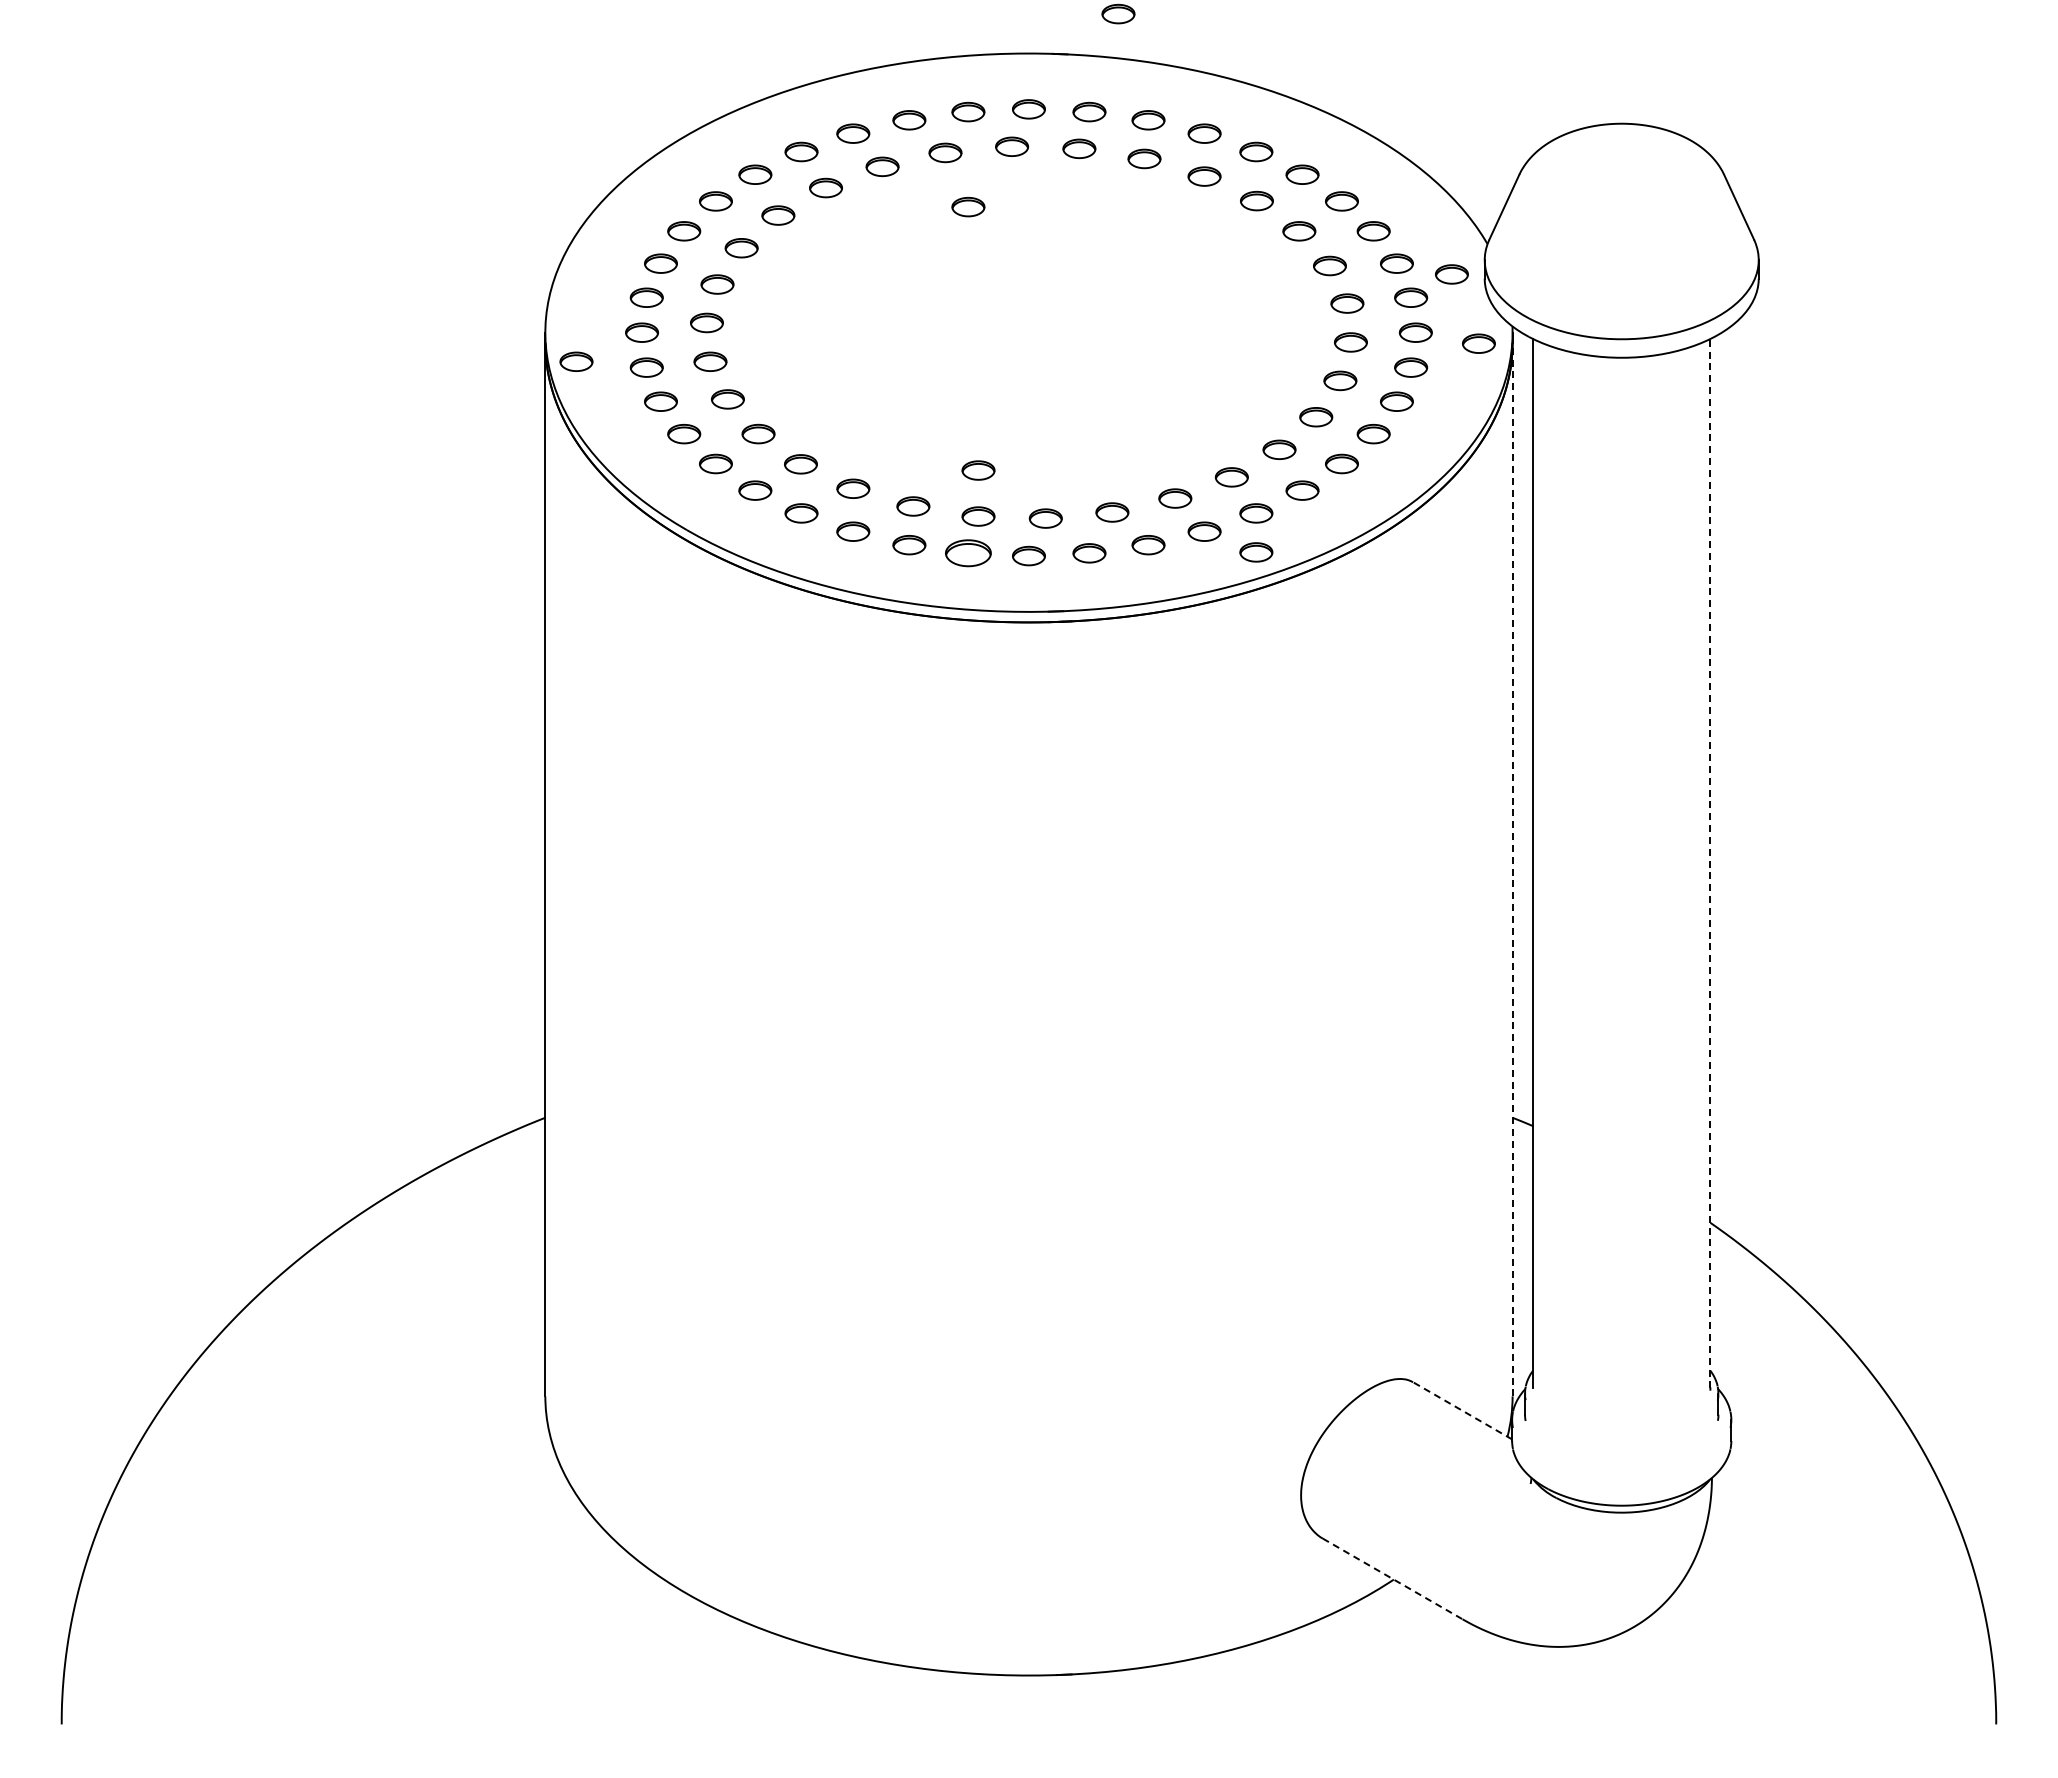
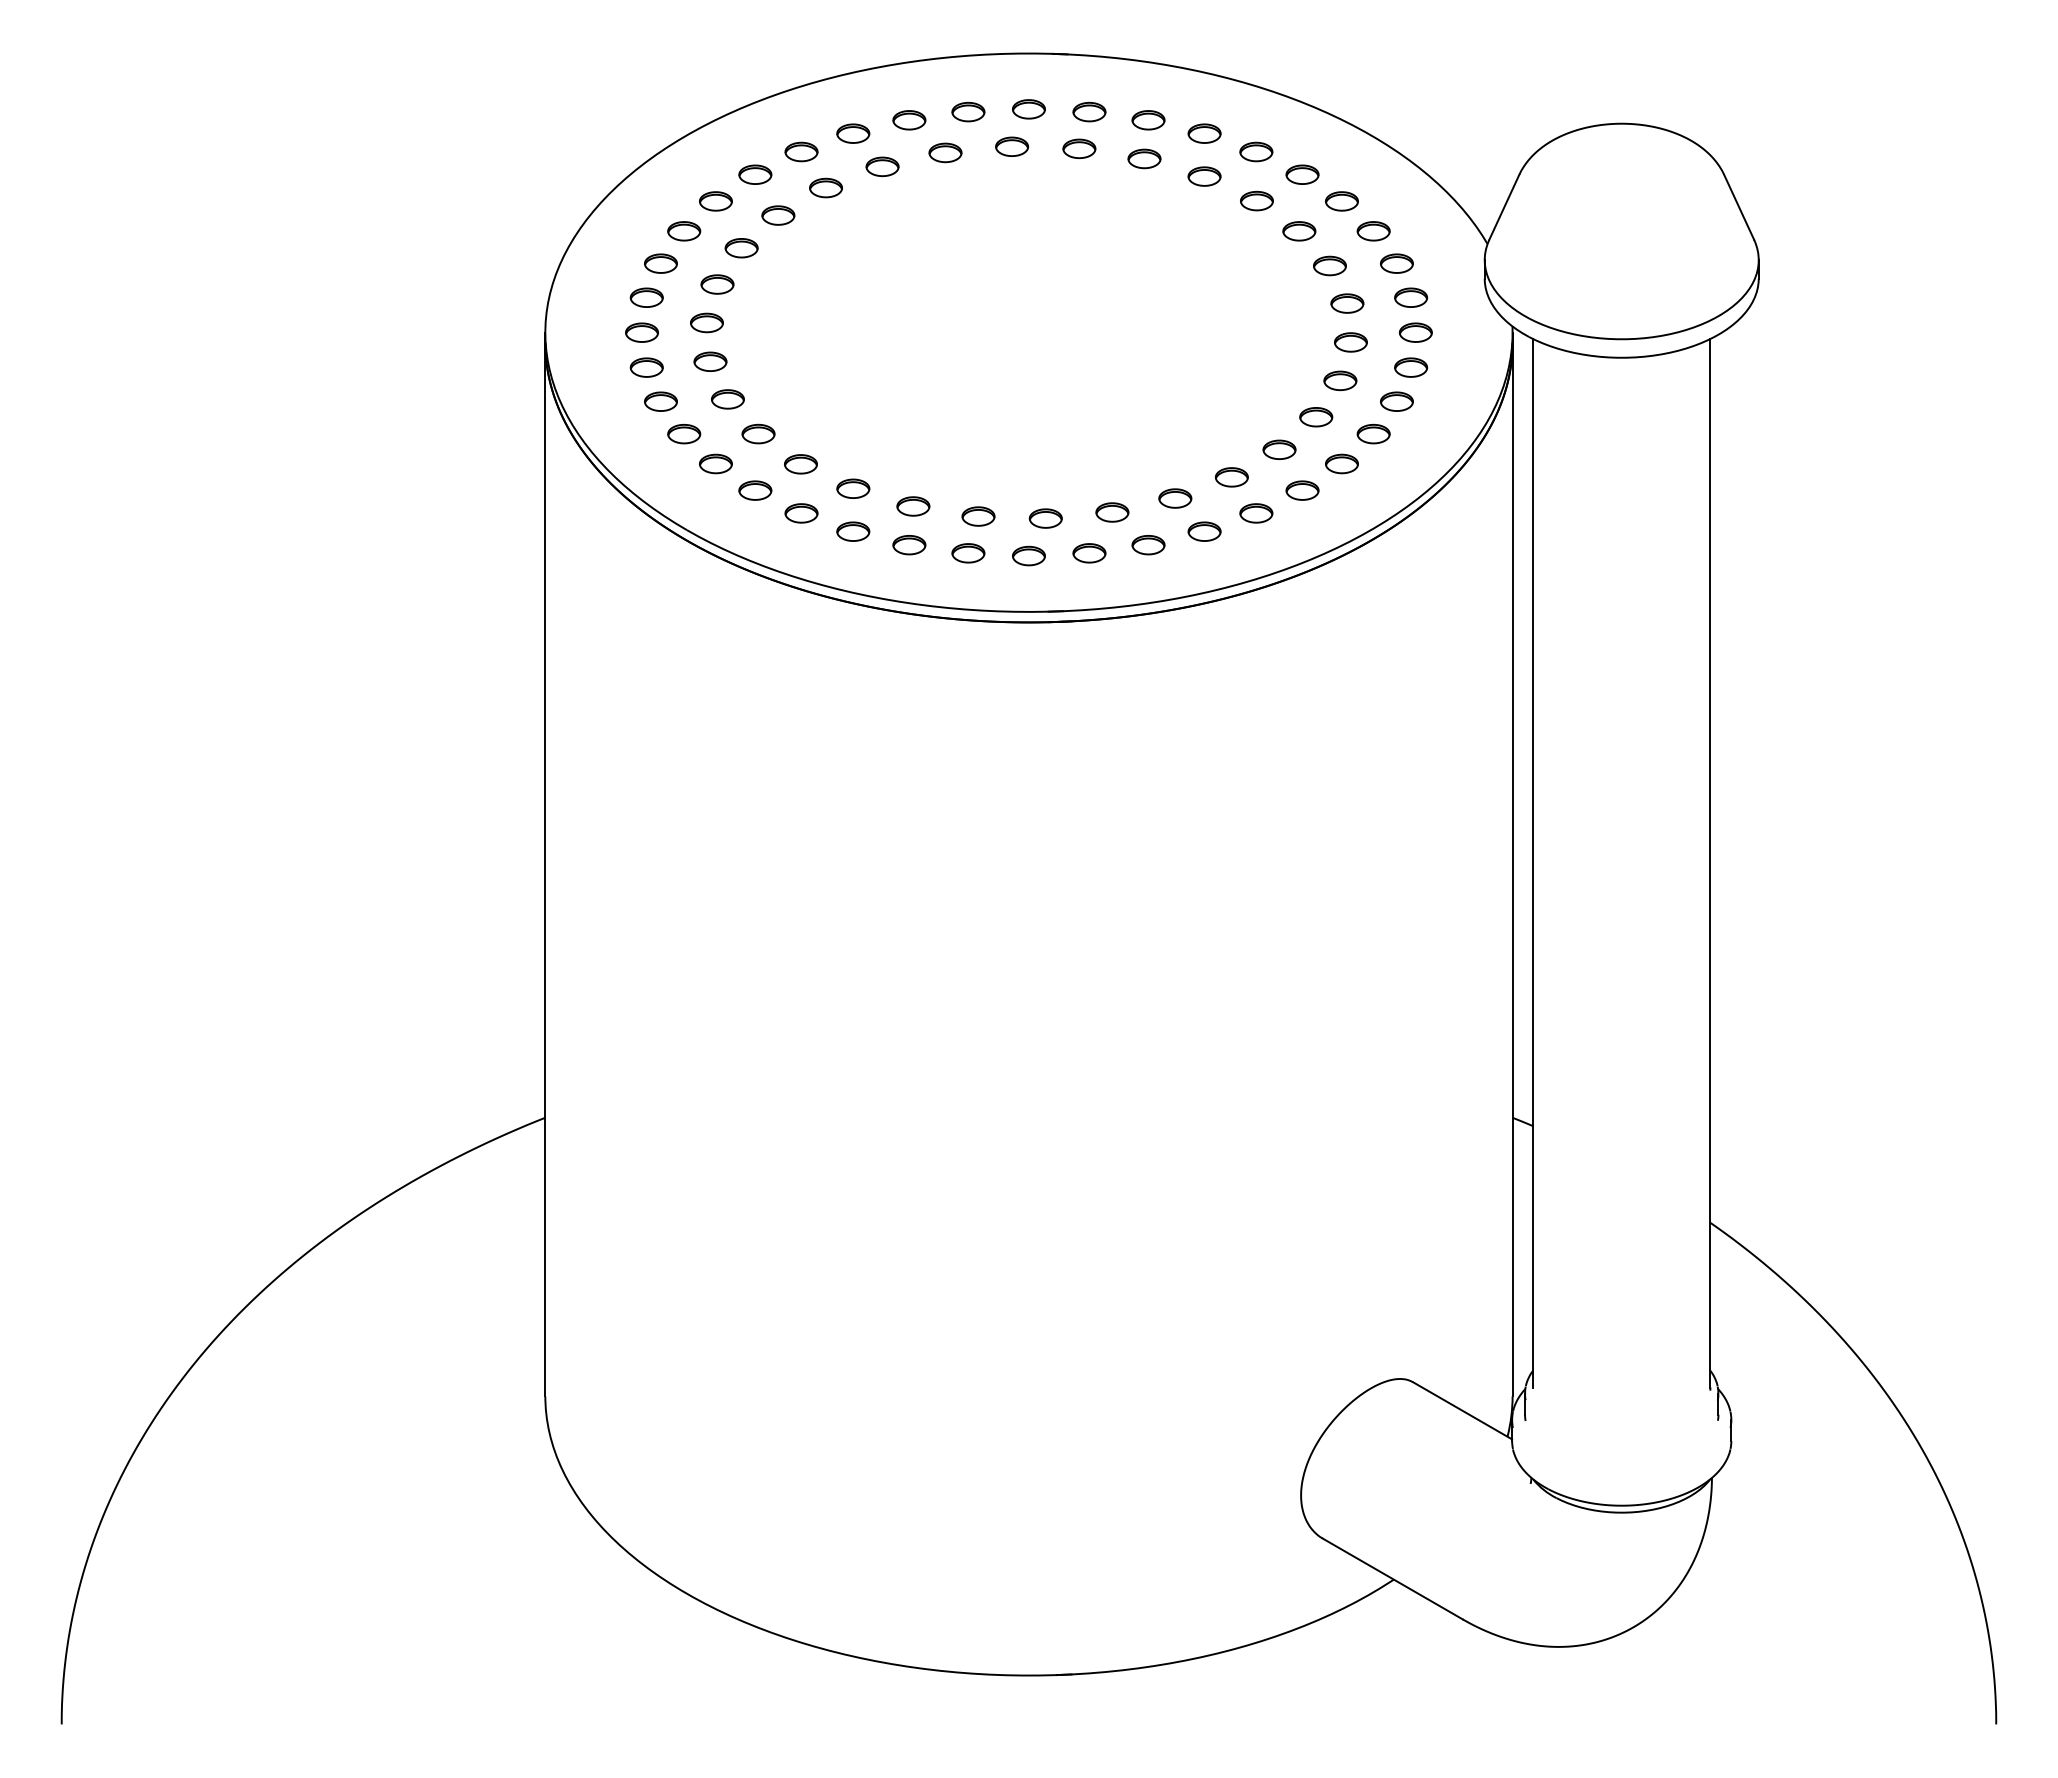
part at (1118, 13): present -> none
part at (968, 206): present -> none
part at (1451, 274): present -> none
part at (1478, 343): present -> none
part at (576, 361): present -> none
part at (978, 470): present -> none
part at (1256, 552): present -> none
part at (968, 553) size: 47x29 px -> 35x21 px
line at (1710, 863): dashed -> solid
line at (1512, 869): dashed -> solid
line at (1462, 1410): dashed -> solid
line at (1392, 1578): dashed -> solid
